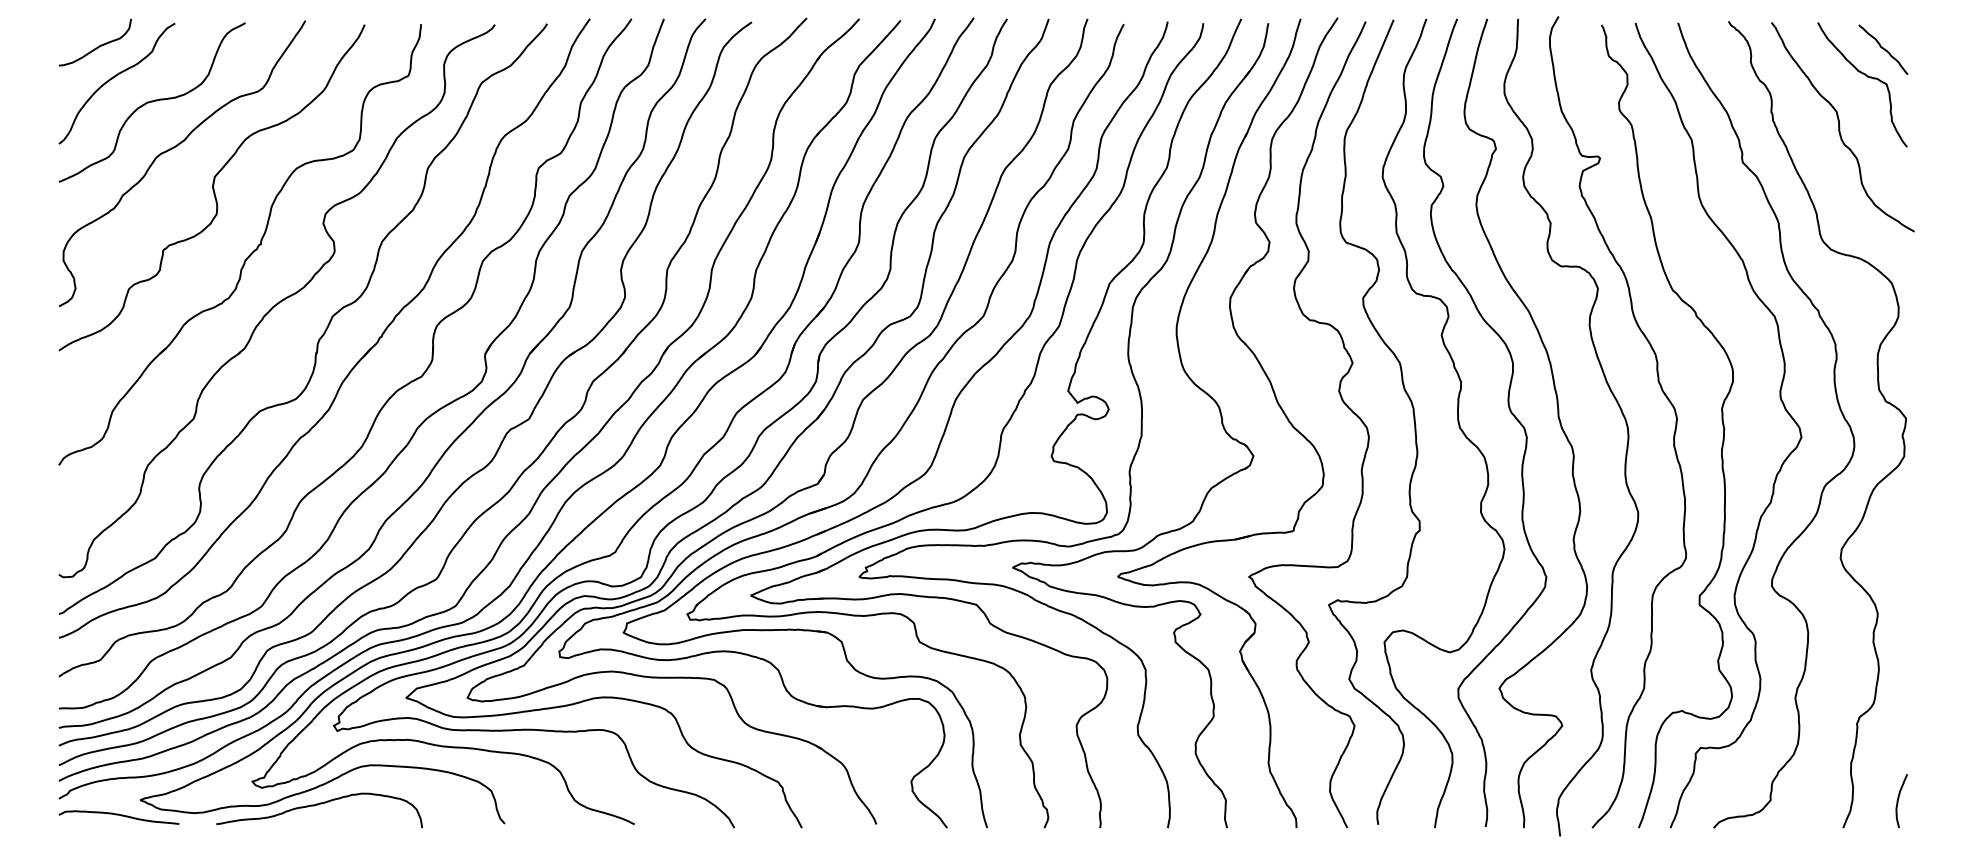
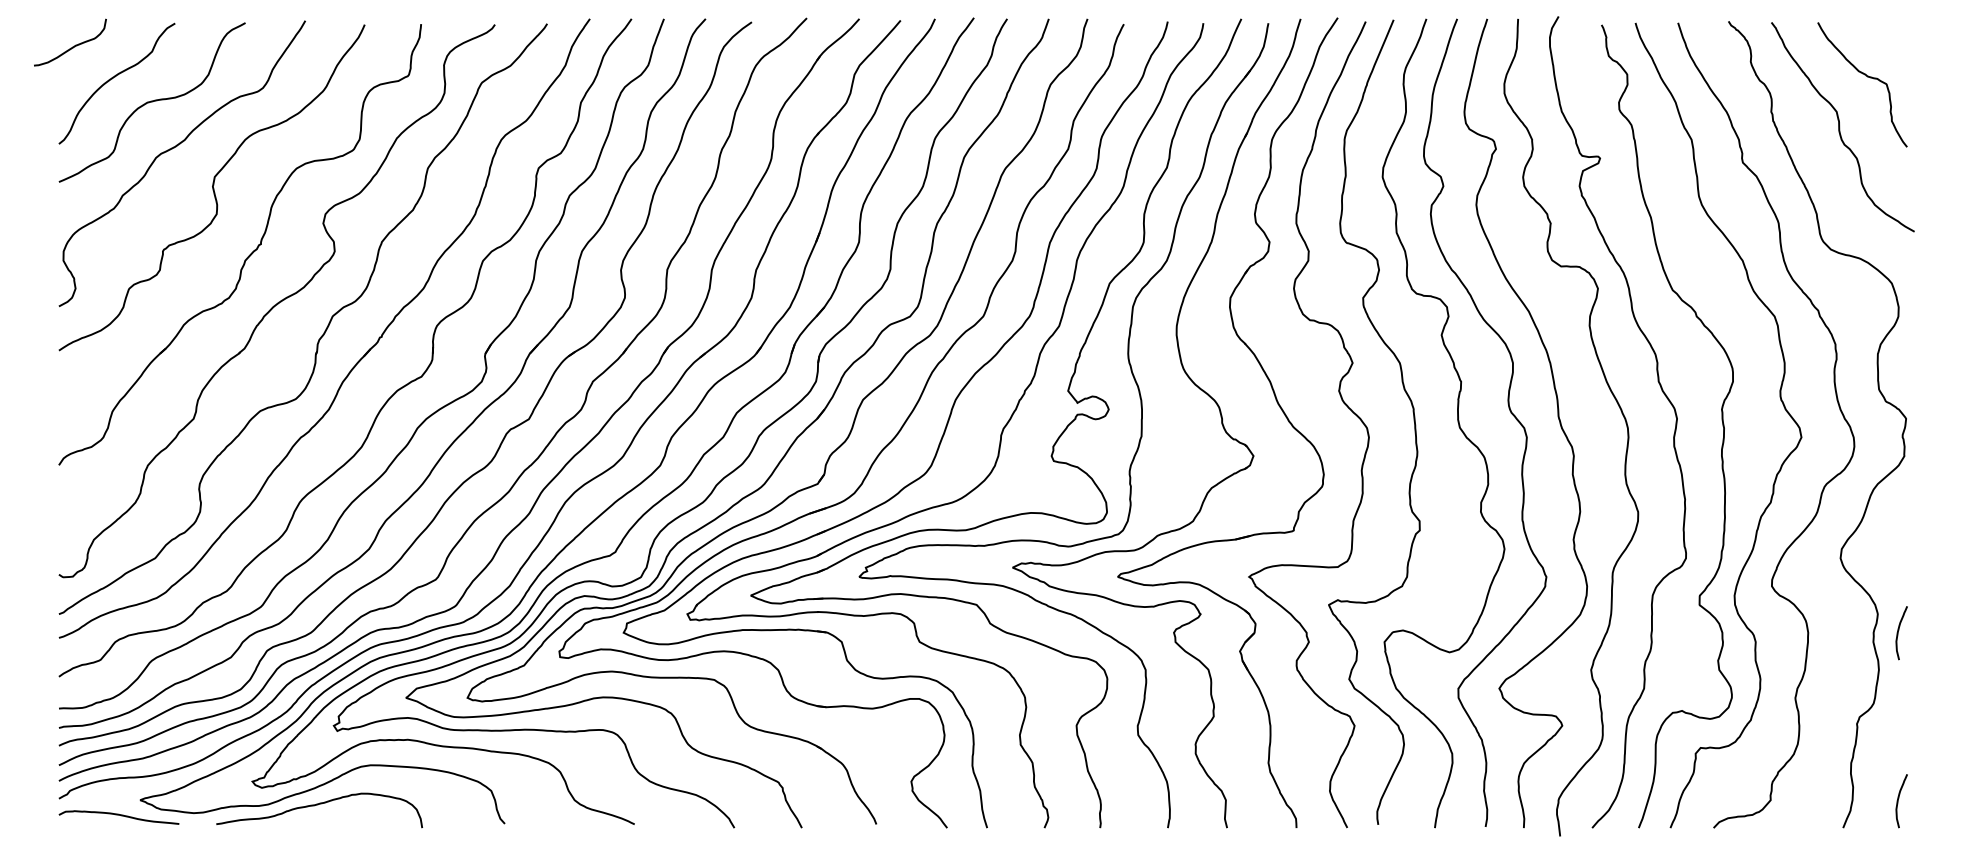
curve at (97, 46) position: (97, 46) -> (72, 46)
curve at (1883, 49): present -> none
curve at (1898, 633): none -> present
